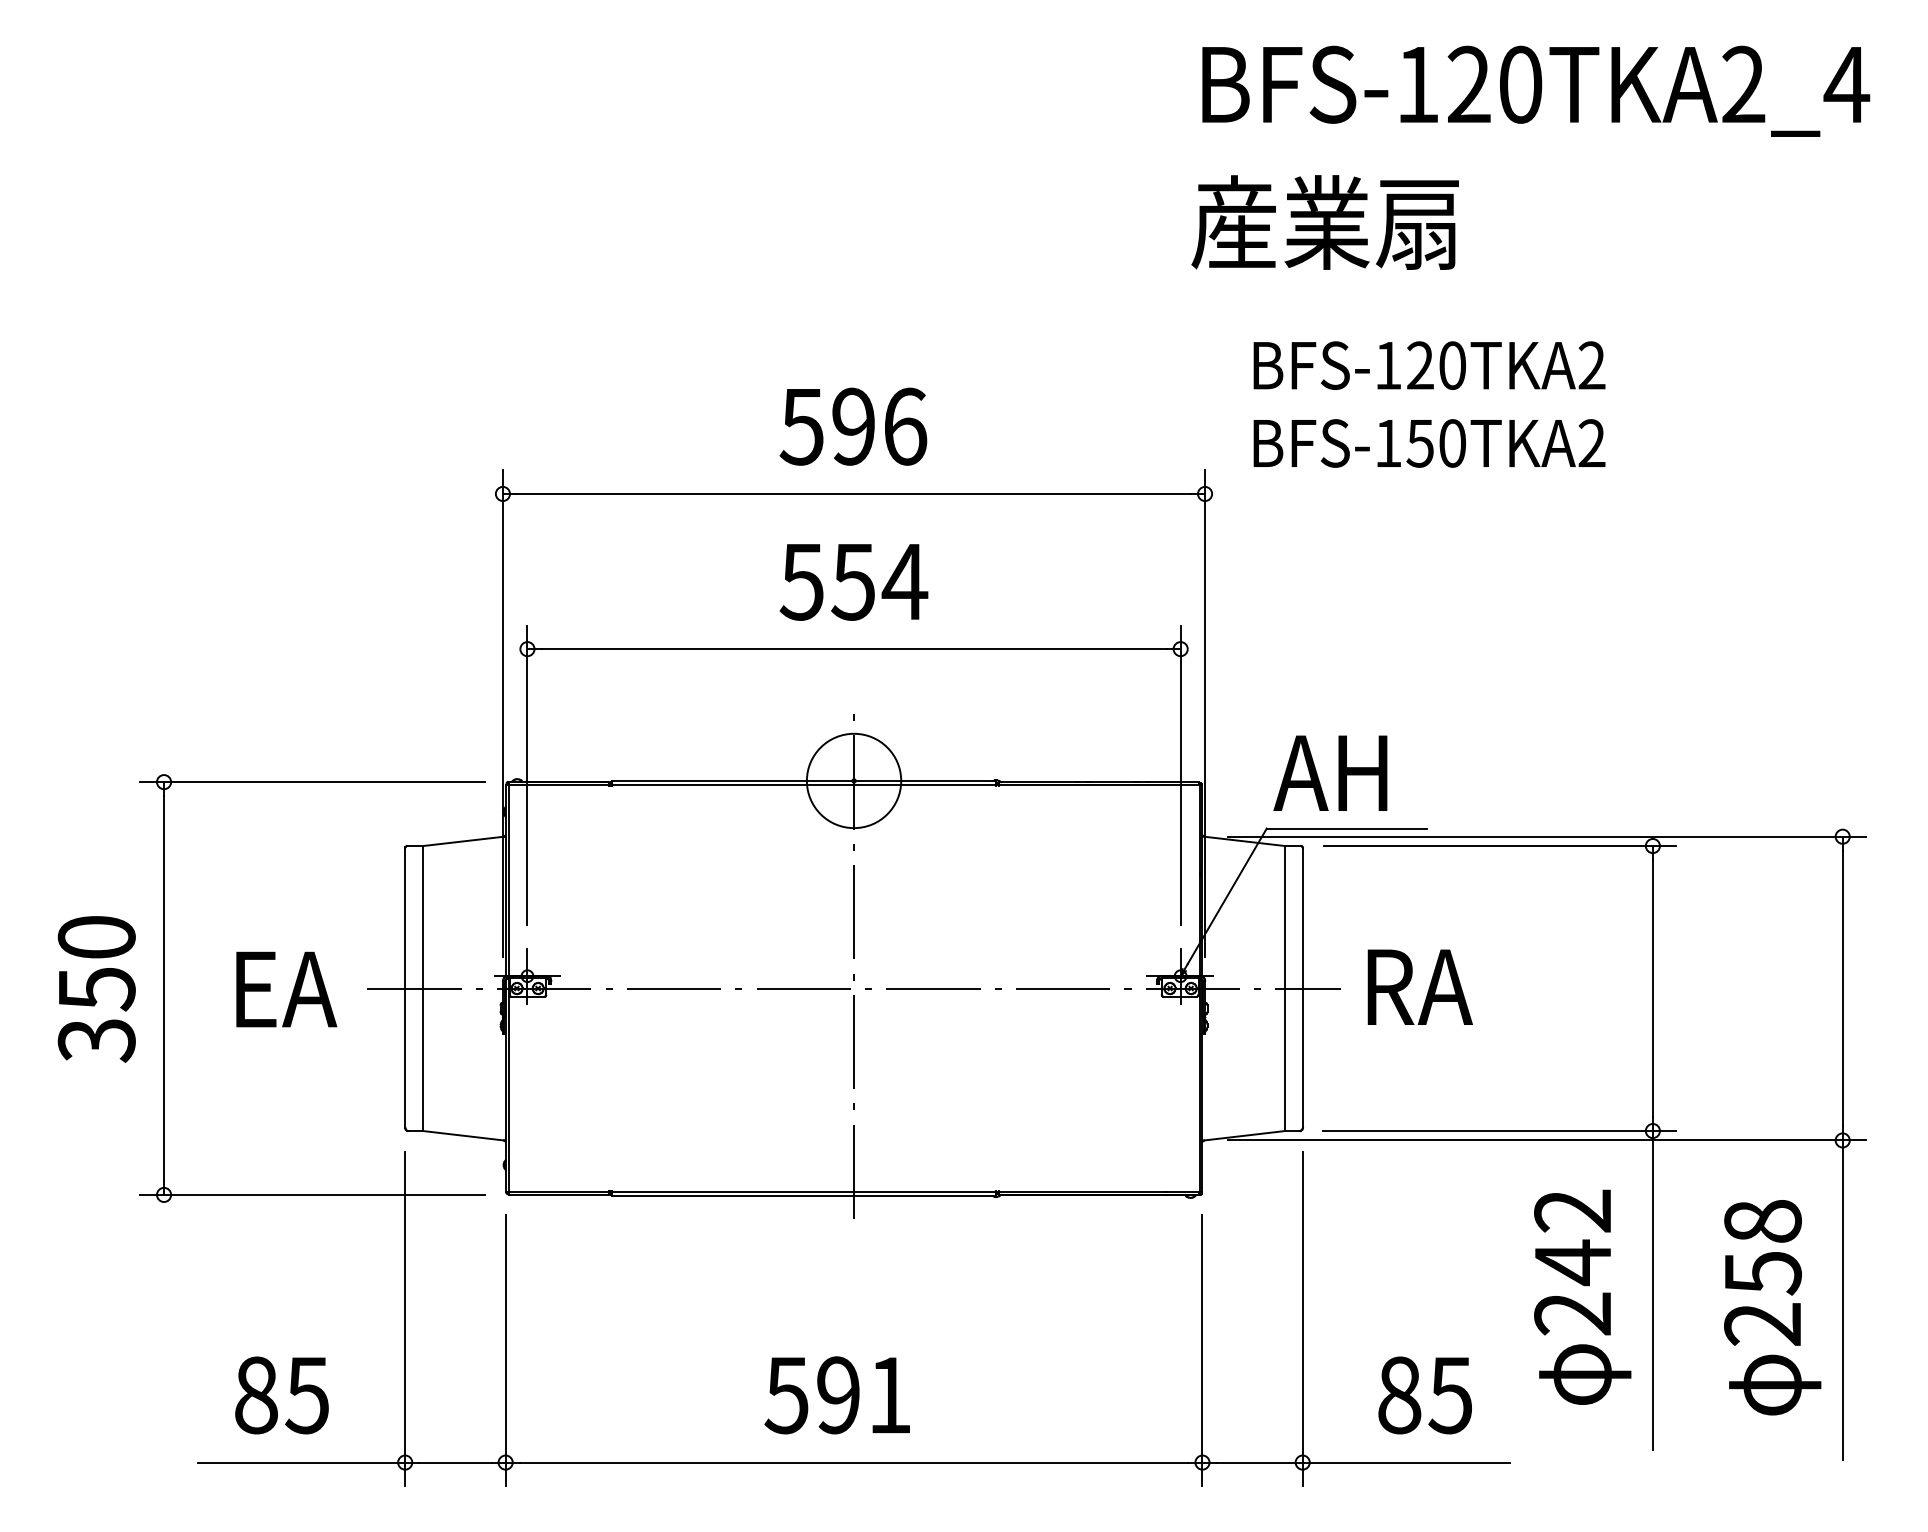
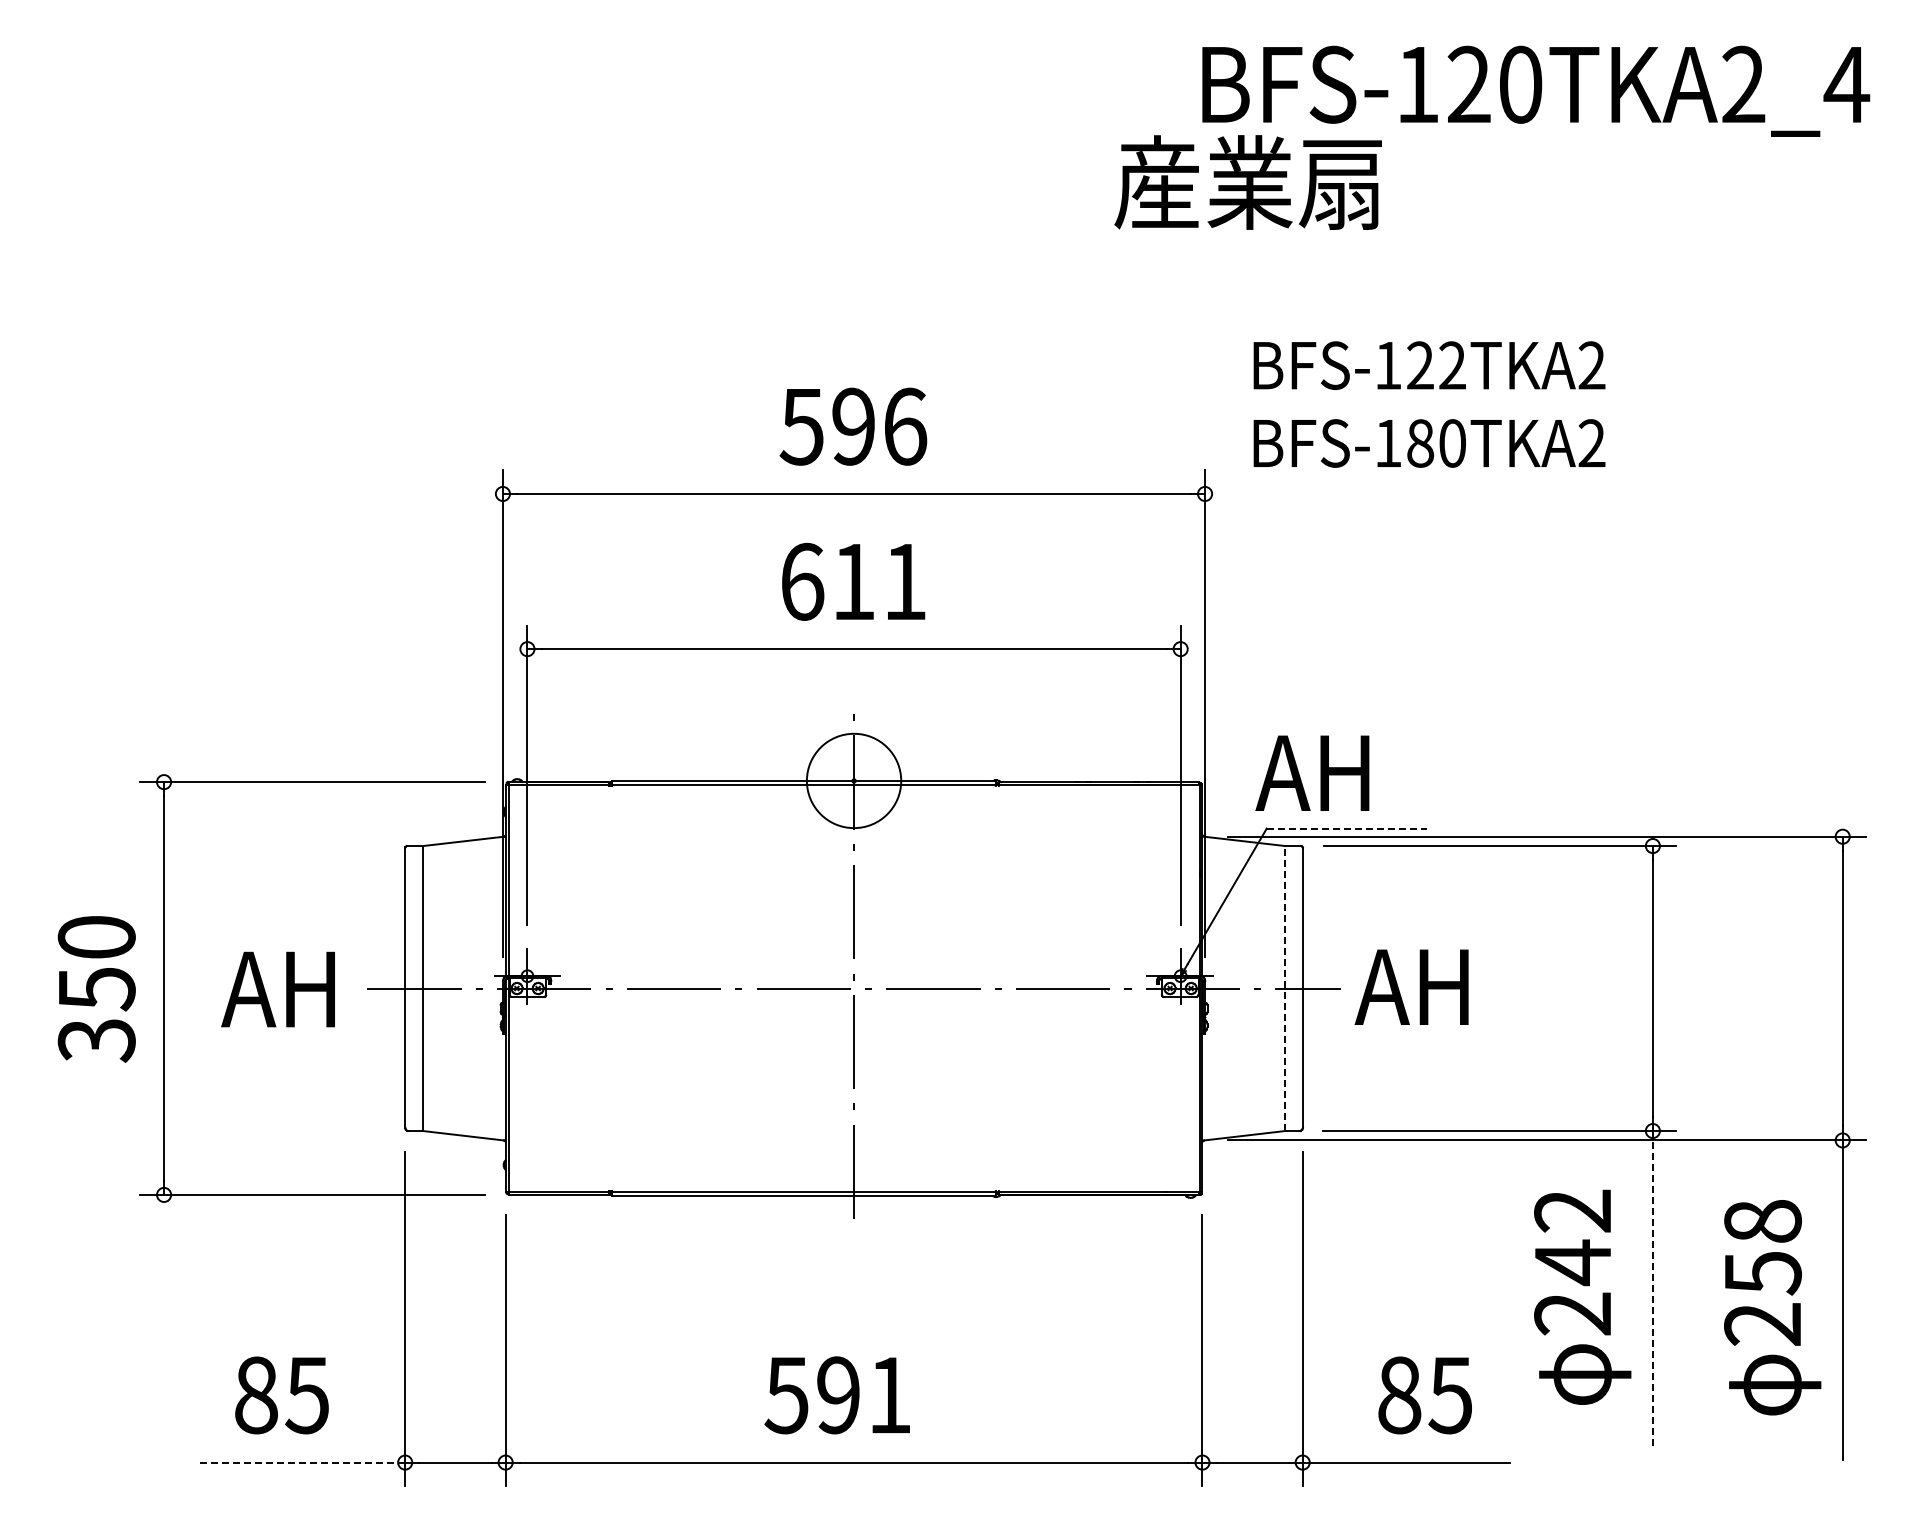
text at (1324, 222) position: (1324, 222) -> (1247, 182)
text at (1452, 365): BFS-120TKA2 -> BFS-122TKA2
text at (1420, 443): BFS-150TKA2 -> BFS-180TKA2
text at (853, 581): 554 -> 611
text at (1330, 772) position: (1330, 772) -> (1312, 772)
line at (1346, 828): solid -> dashed
text at (1413, 986): RA -> AH
line at (1285, 988): solid -> dashed
text at (279, 989): EA -> AH
line at (1652, 1290): solid -> dashed
line at (301, 1462): solid -> dashed
